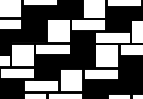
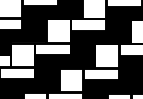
fill at (112, 37): none -> present
fill at (40, 85): none -> present
